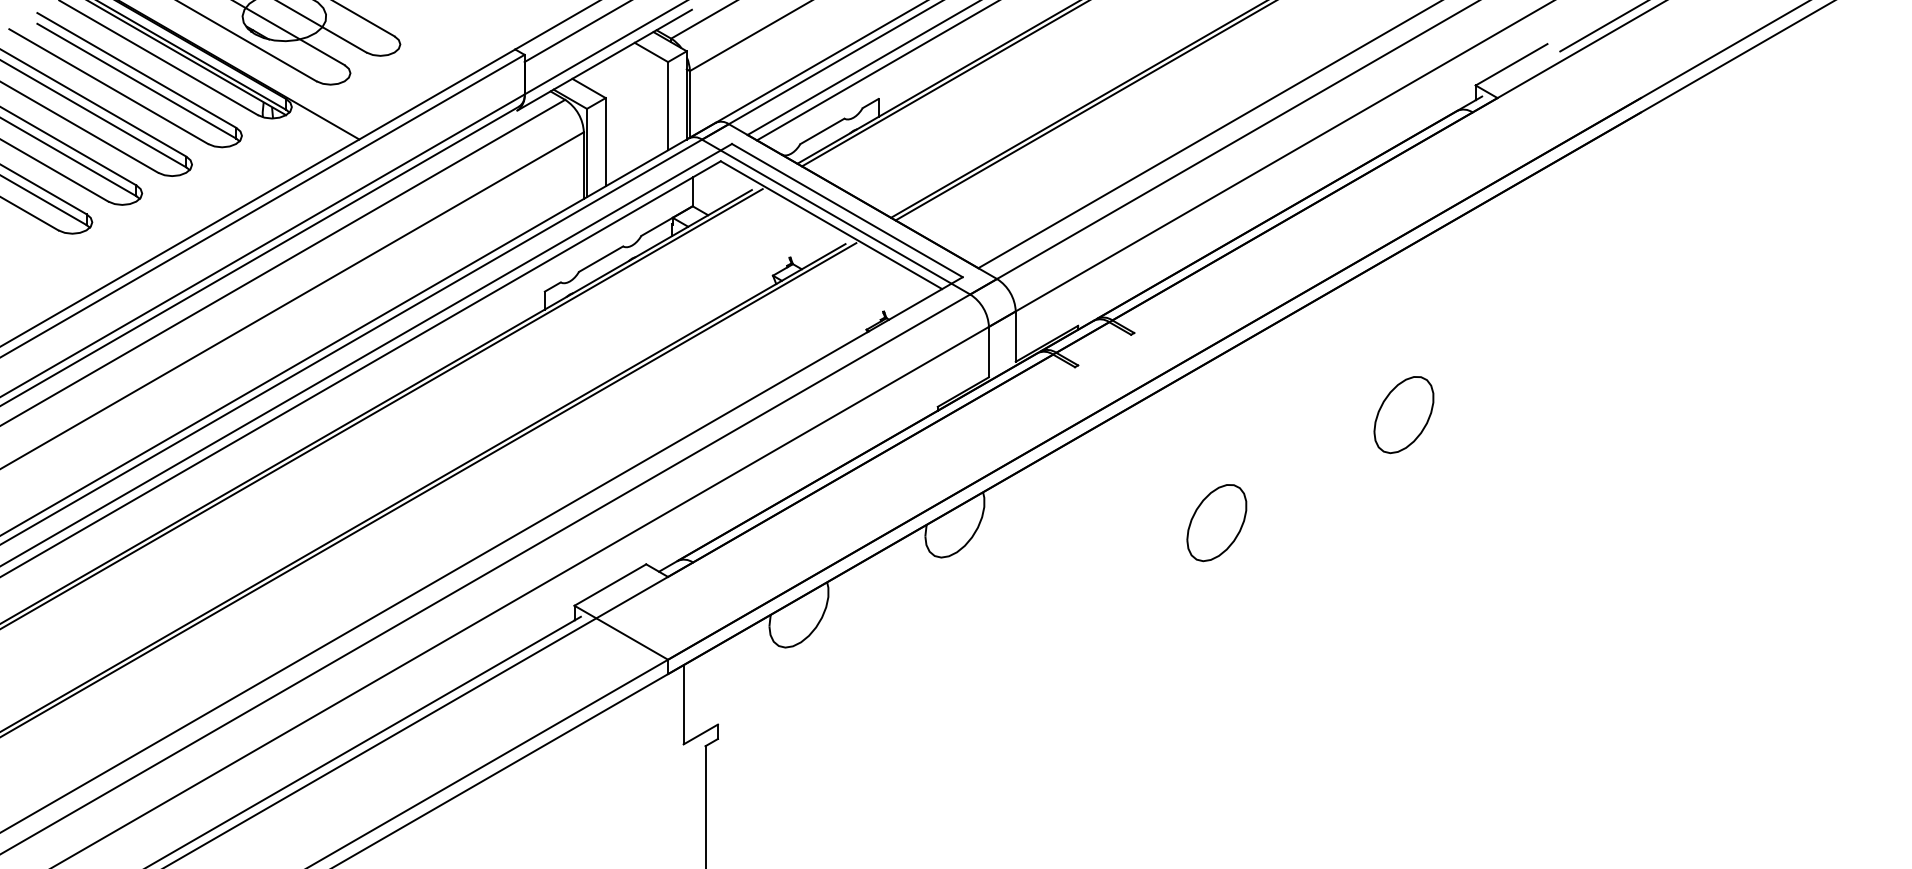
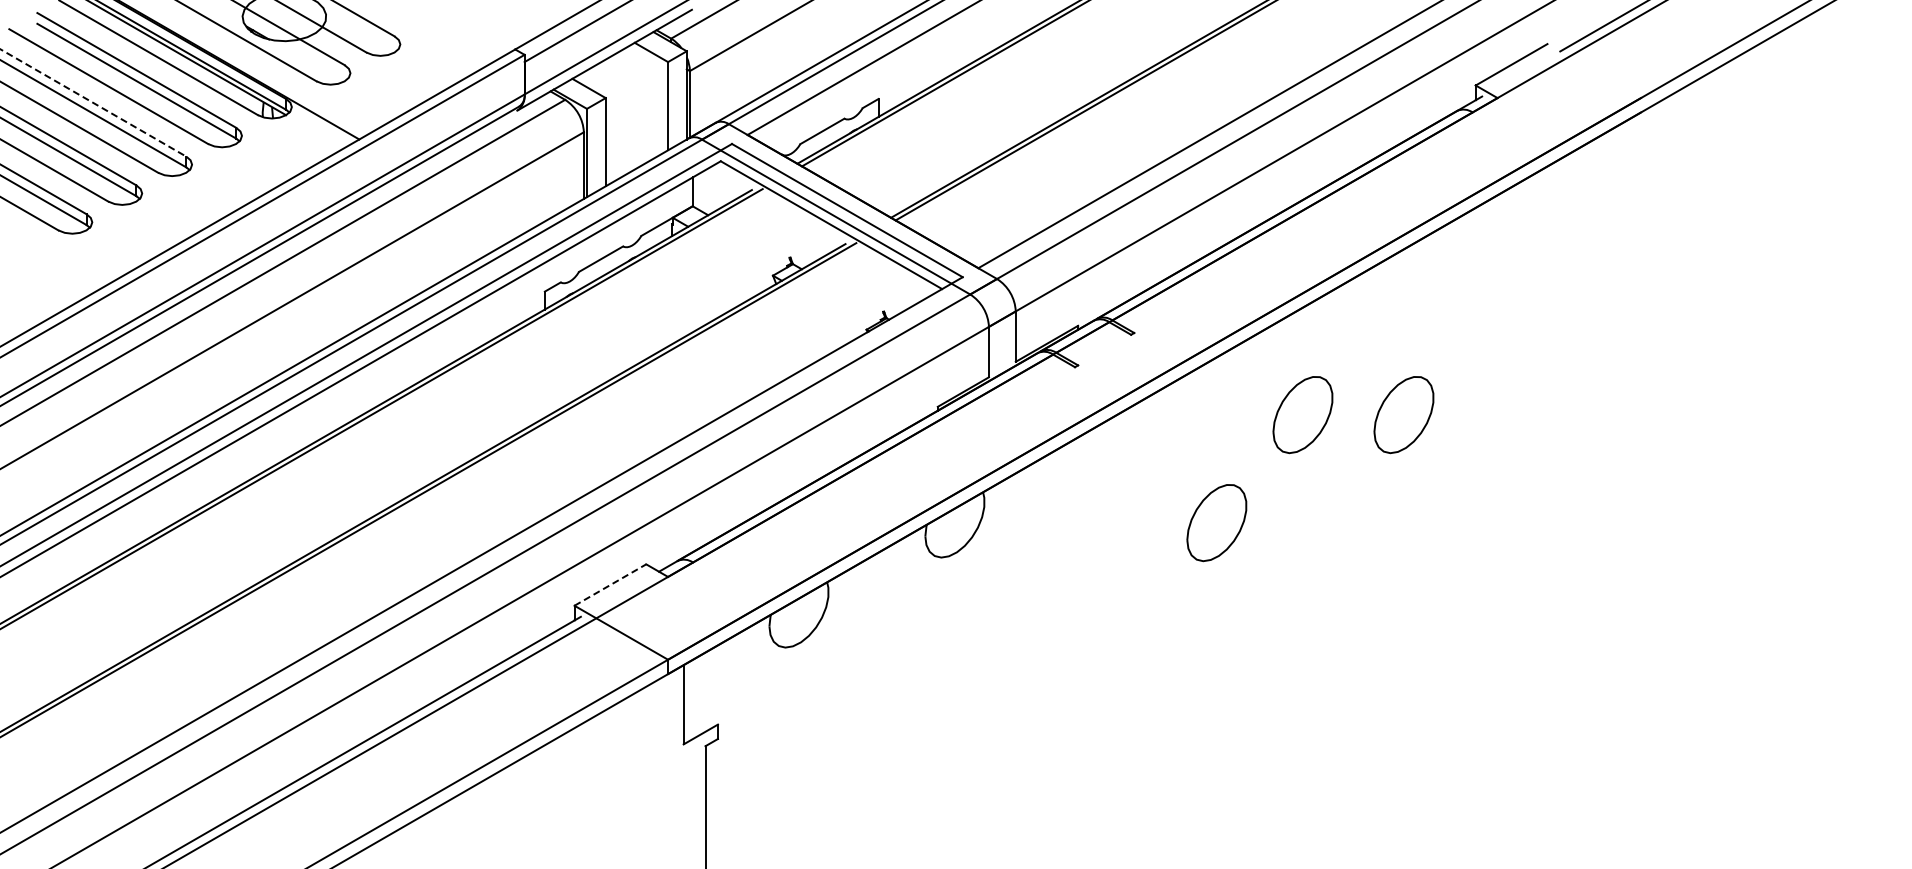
line at (876, 71): present -> none
line at (93, 103): solid -> dashed
part at (1302, 415): none -> present
line at (610, 584): solid -> dashed
